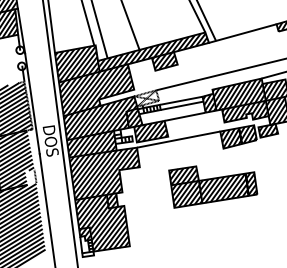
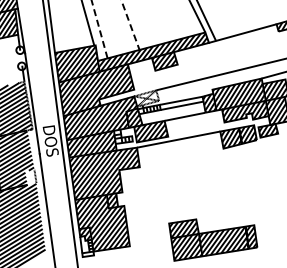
line at (130, 25): solid -> dashed
line at (99, 29): solid -> dashed
part at (213, 186) position: (213, 186) -> (213, 239)
